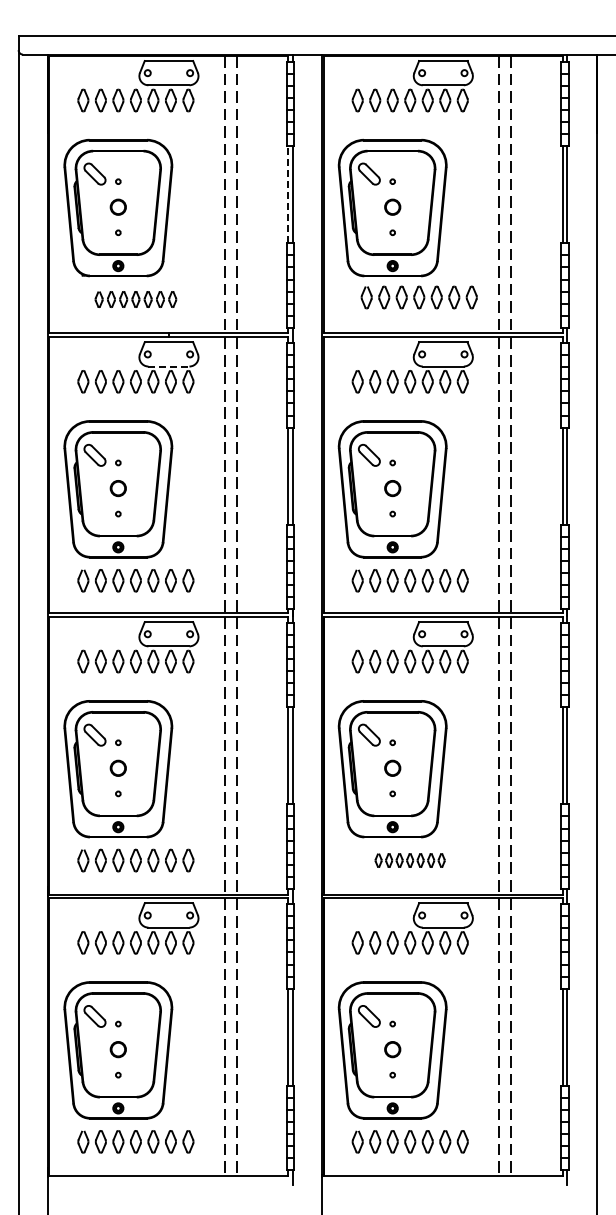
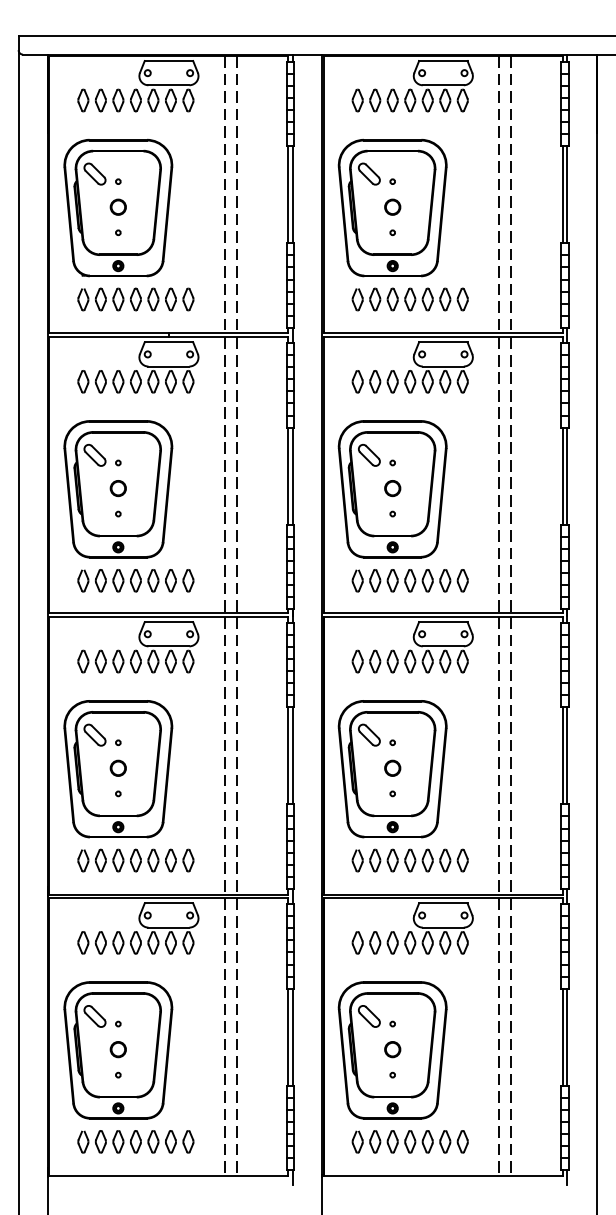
line at (288, 194): dashed -> solid
part at (418, 297) position: (418, 297) -> (409, 299)
part at (135, 299) size: 84x17 px -> 118x25 px
line at (169, 366): dashed -> solid
part at (409, 860) size: 72x15 px -> 118x25 px
